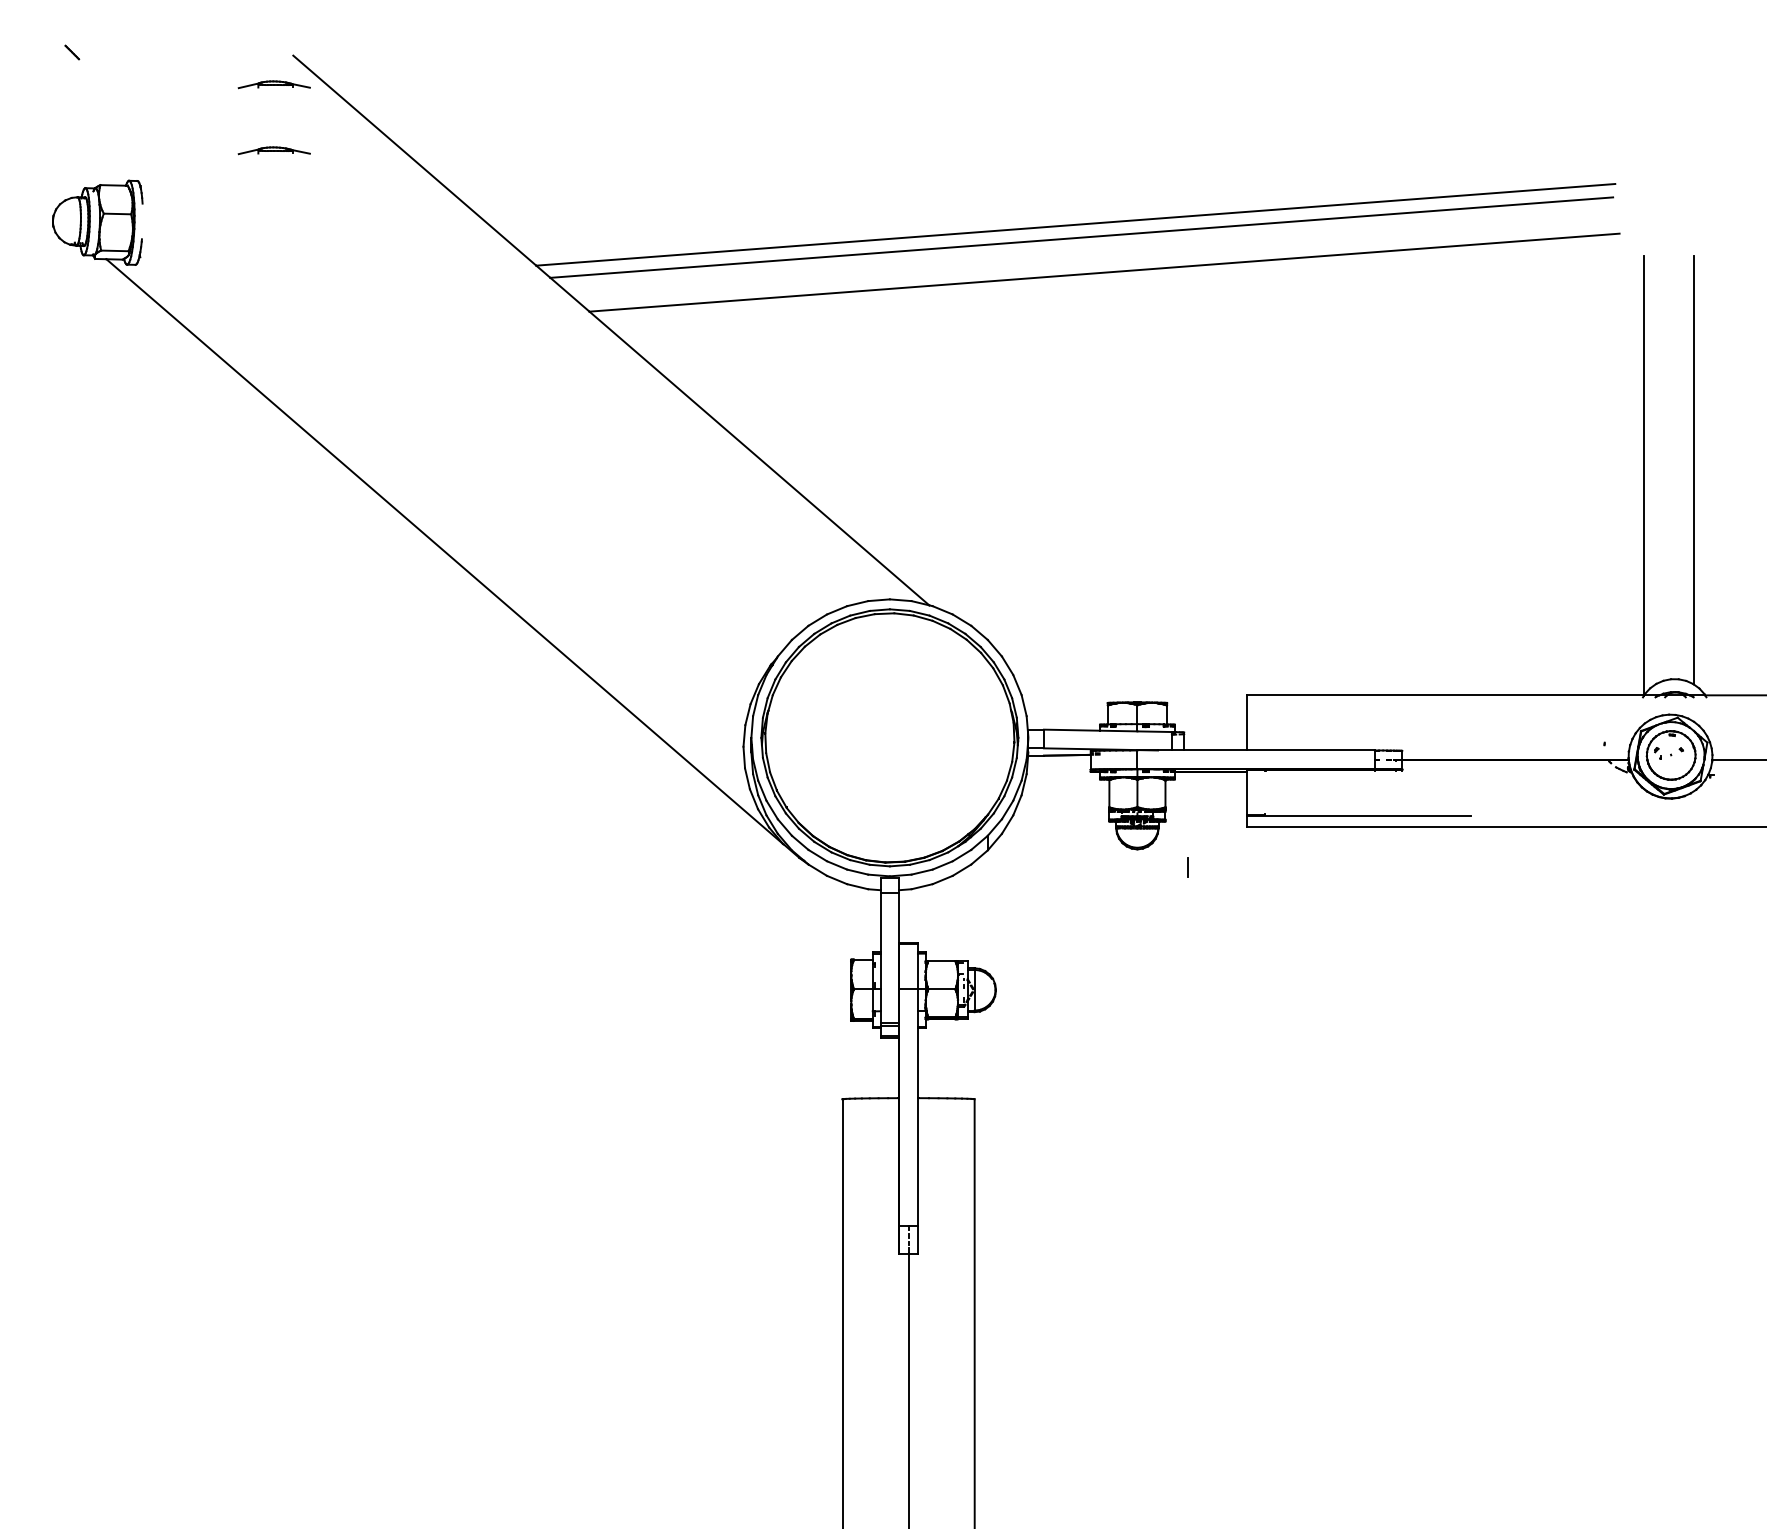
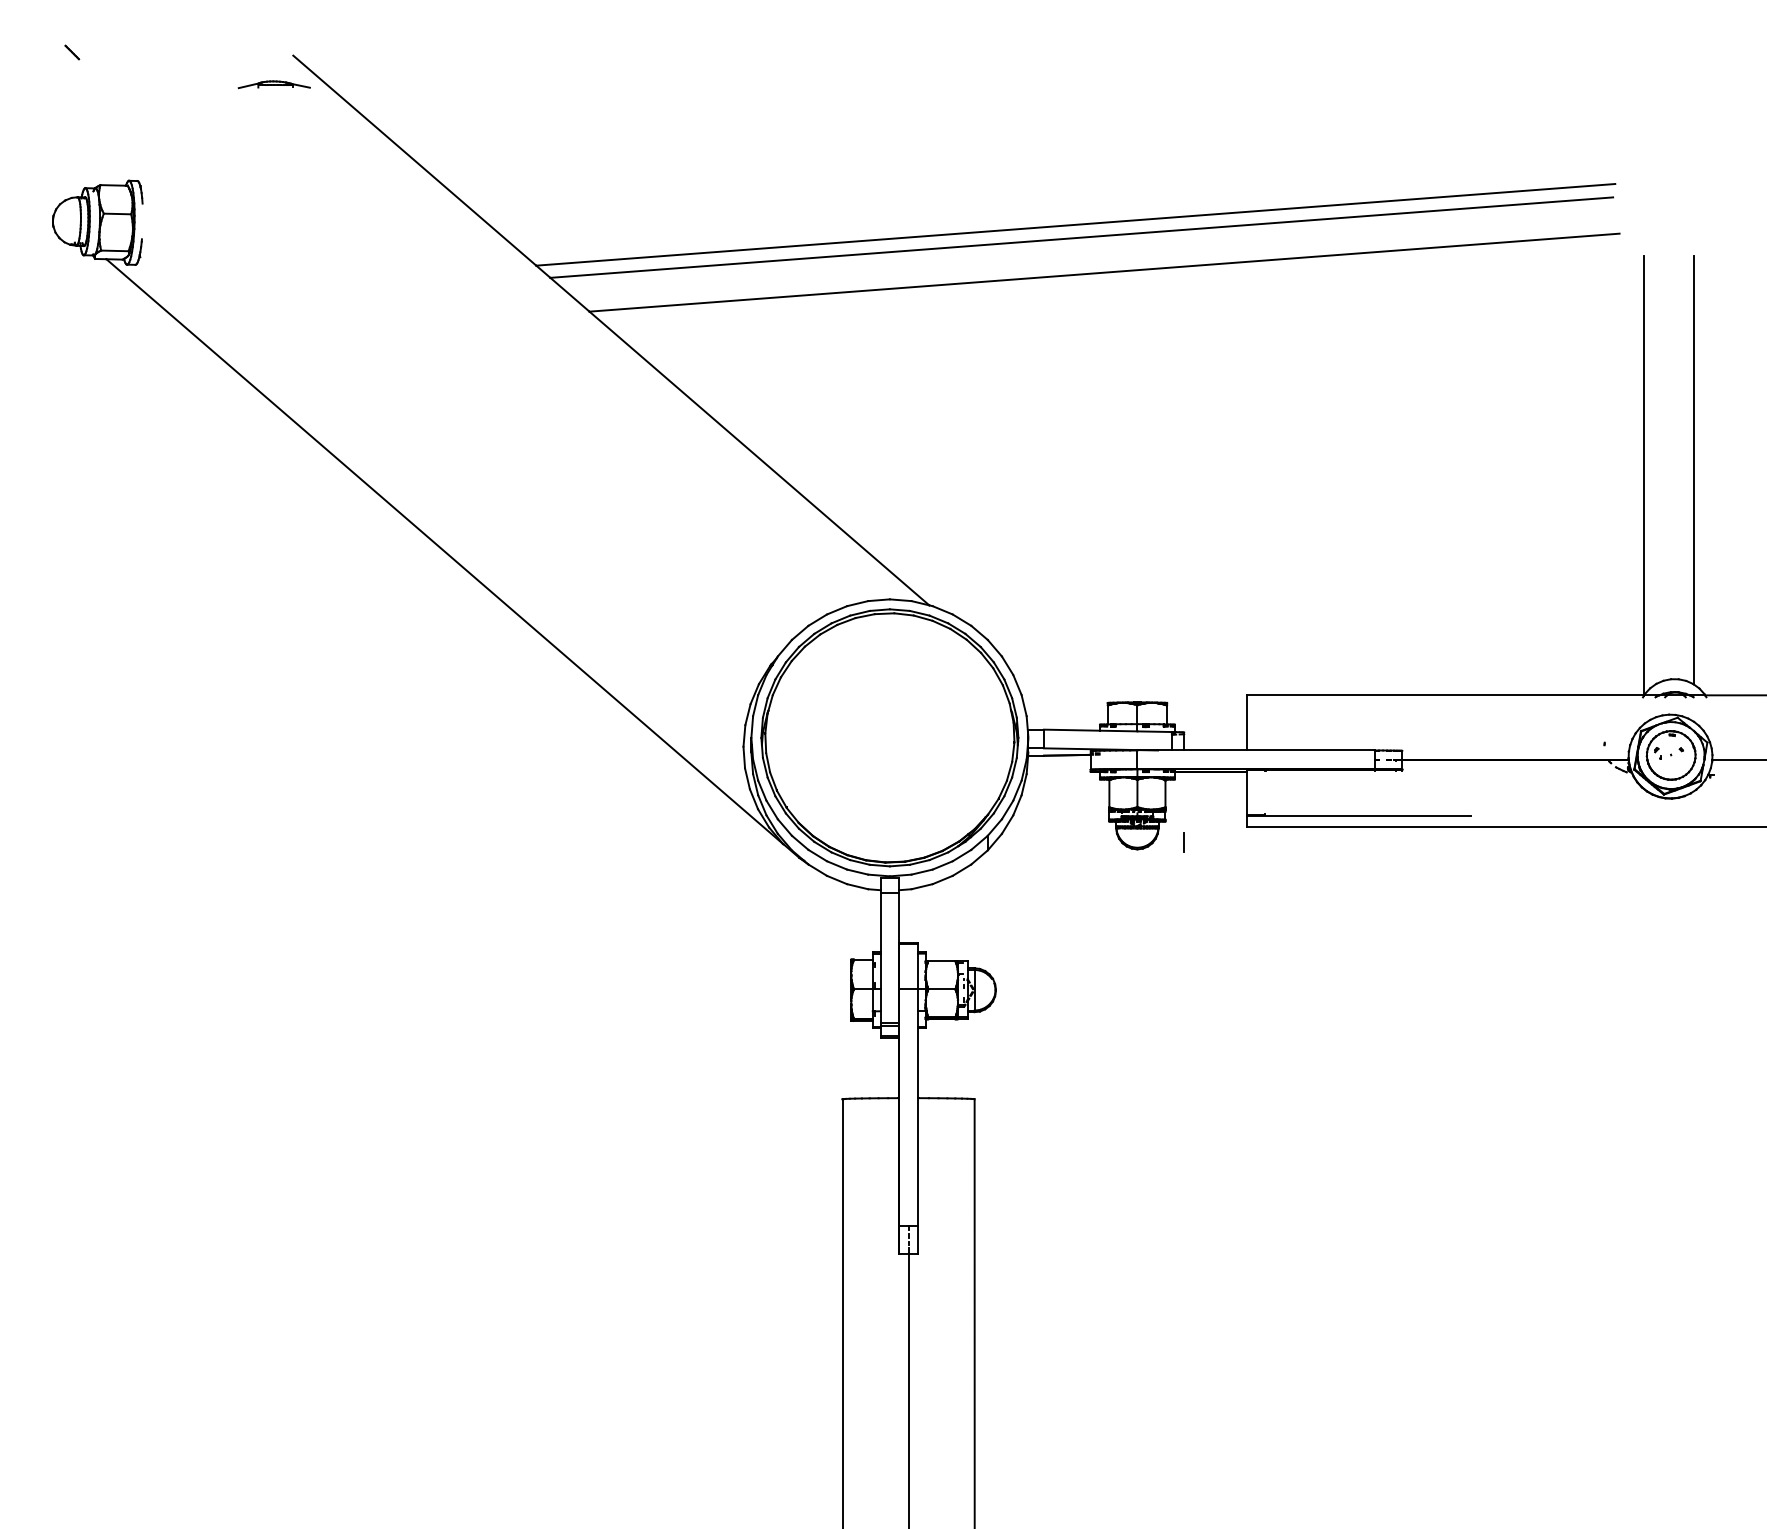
part at (273, 150): present -> none
line at (1187, 867) position: (1187, 867) -> (1183, 842)
